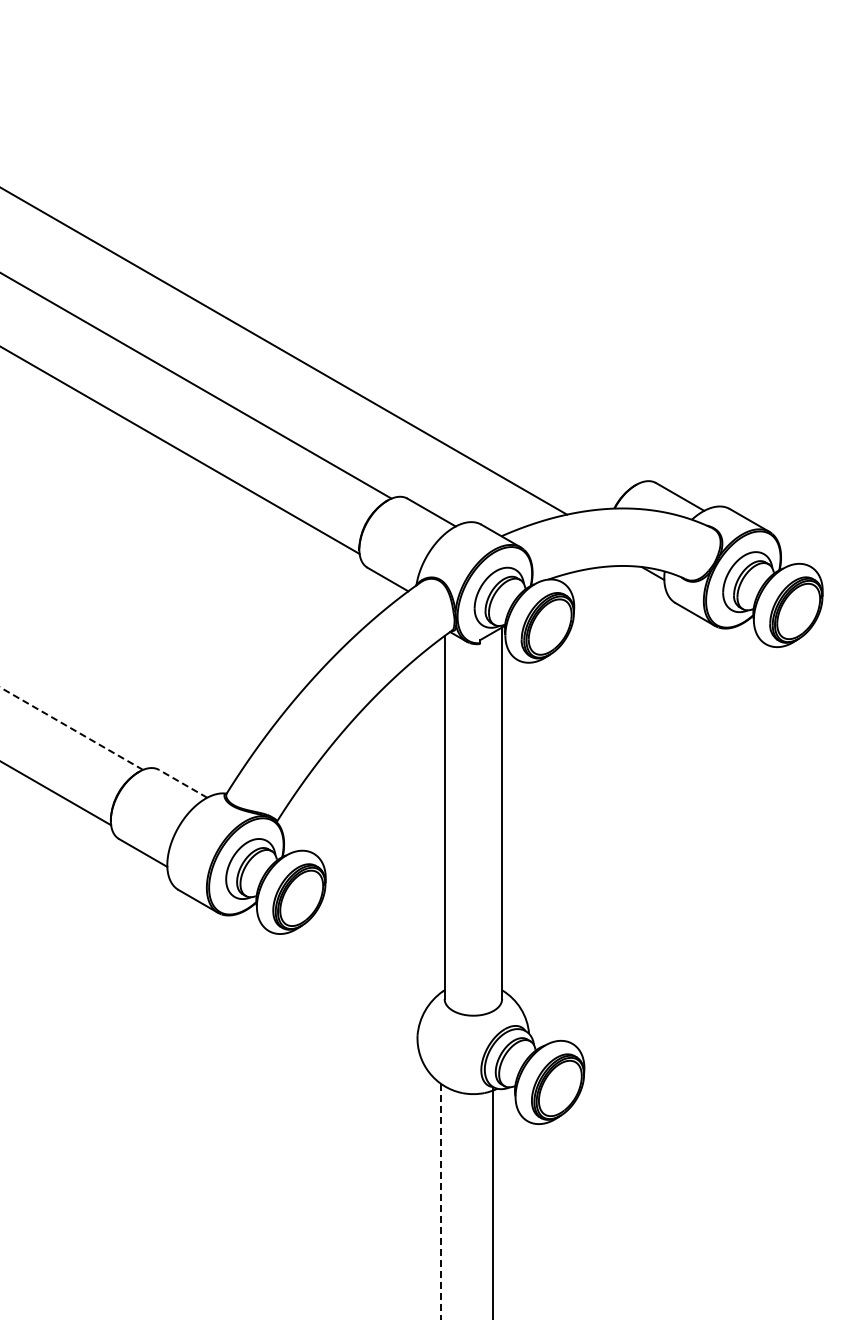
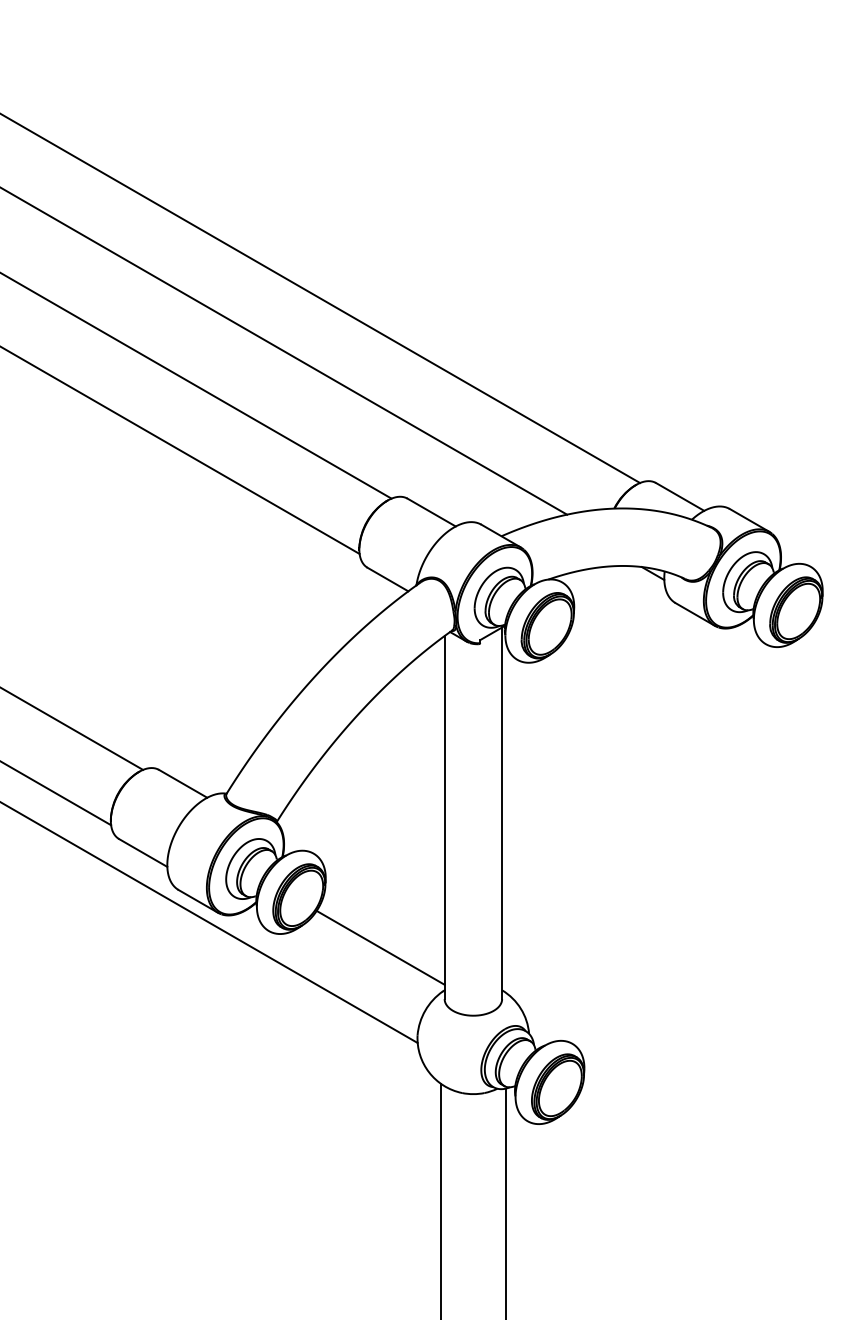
line at (321, 298): none -> present
line at (71, 728): dashed -> solid
line at (183, 783): dashed -> solid
line at (209, 923): none -> present
line at (380, 947): none -> present
line at (440, 1201): dashed -> solid
line at (493, 1202) position: (493, 1202) -> (506, 1202)
